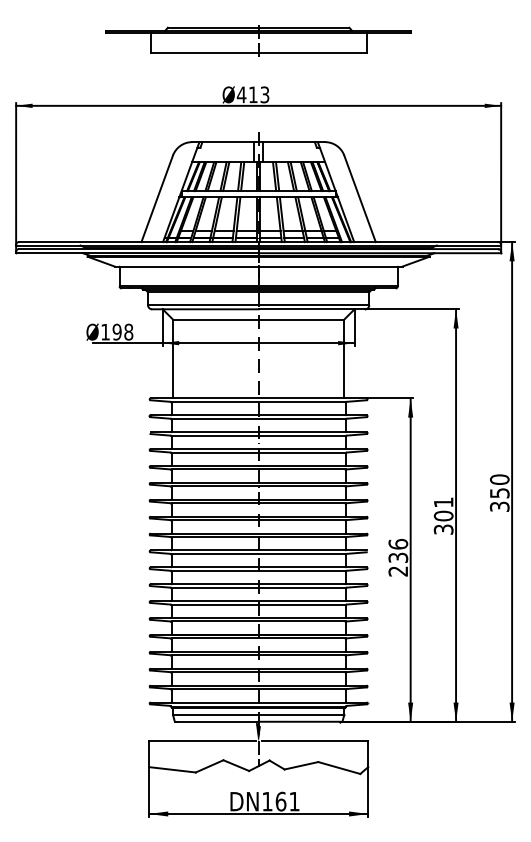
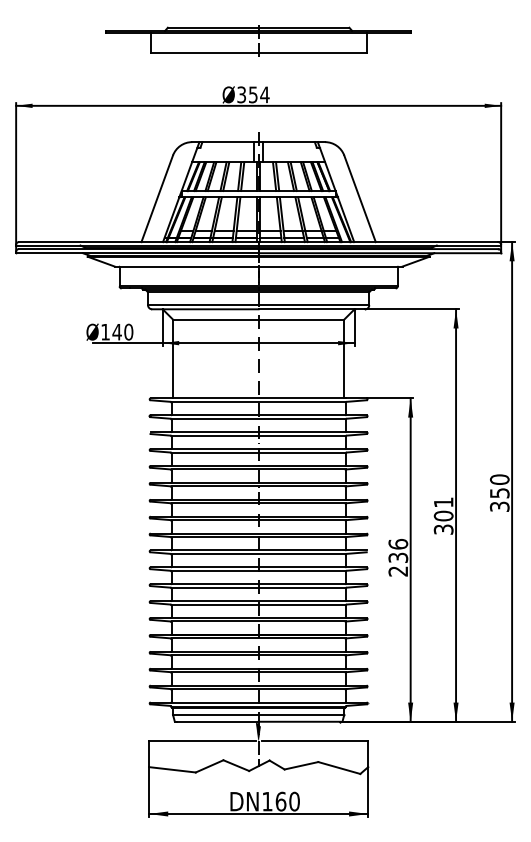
text at (252, 94): 413 -> 354
text at (122, 331): 198 -> 140
text at (294, 801): 161 -> 160
